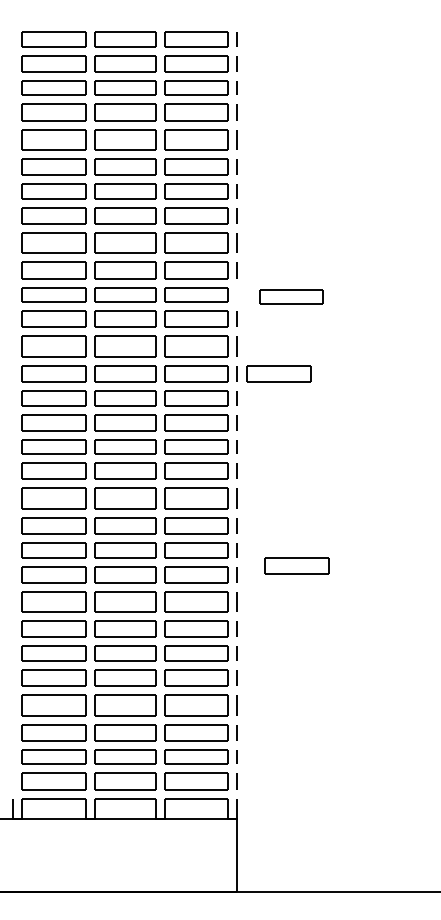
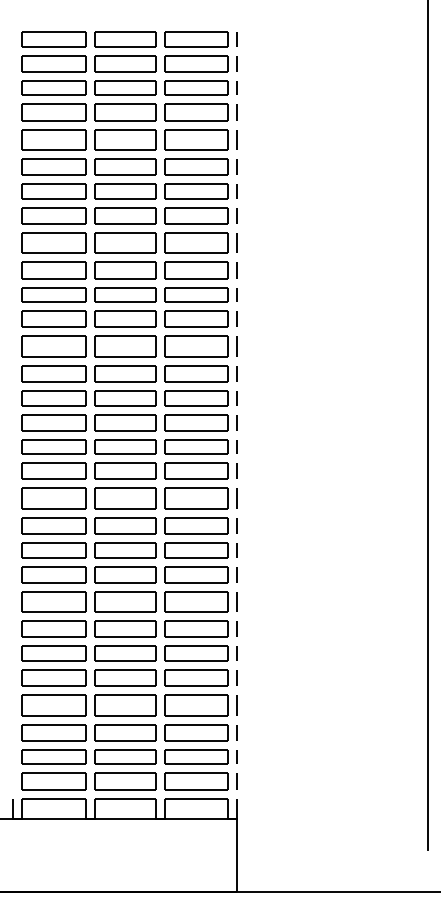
line at (236, 294): none -> present
part at (291, 296): present -> none
part at (278, 373): present -> none
line at (427, 425): none -> present
part at (296, 565): present -> none
